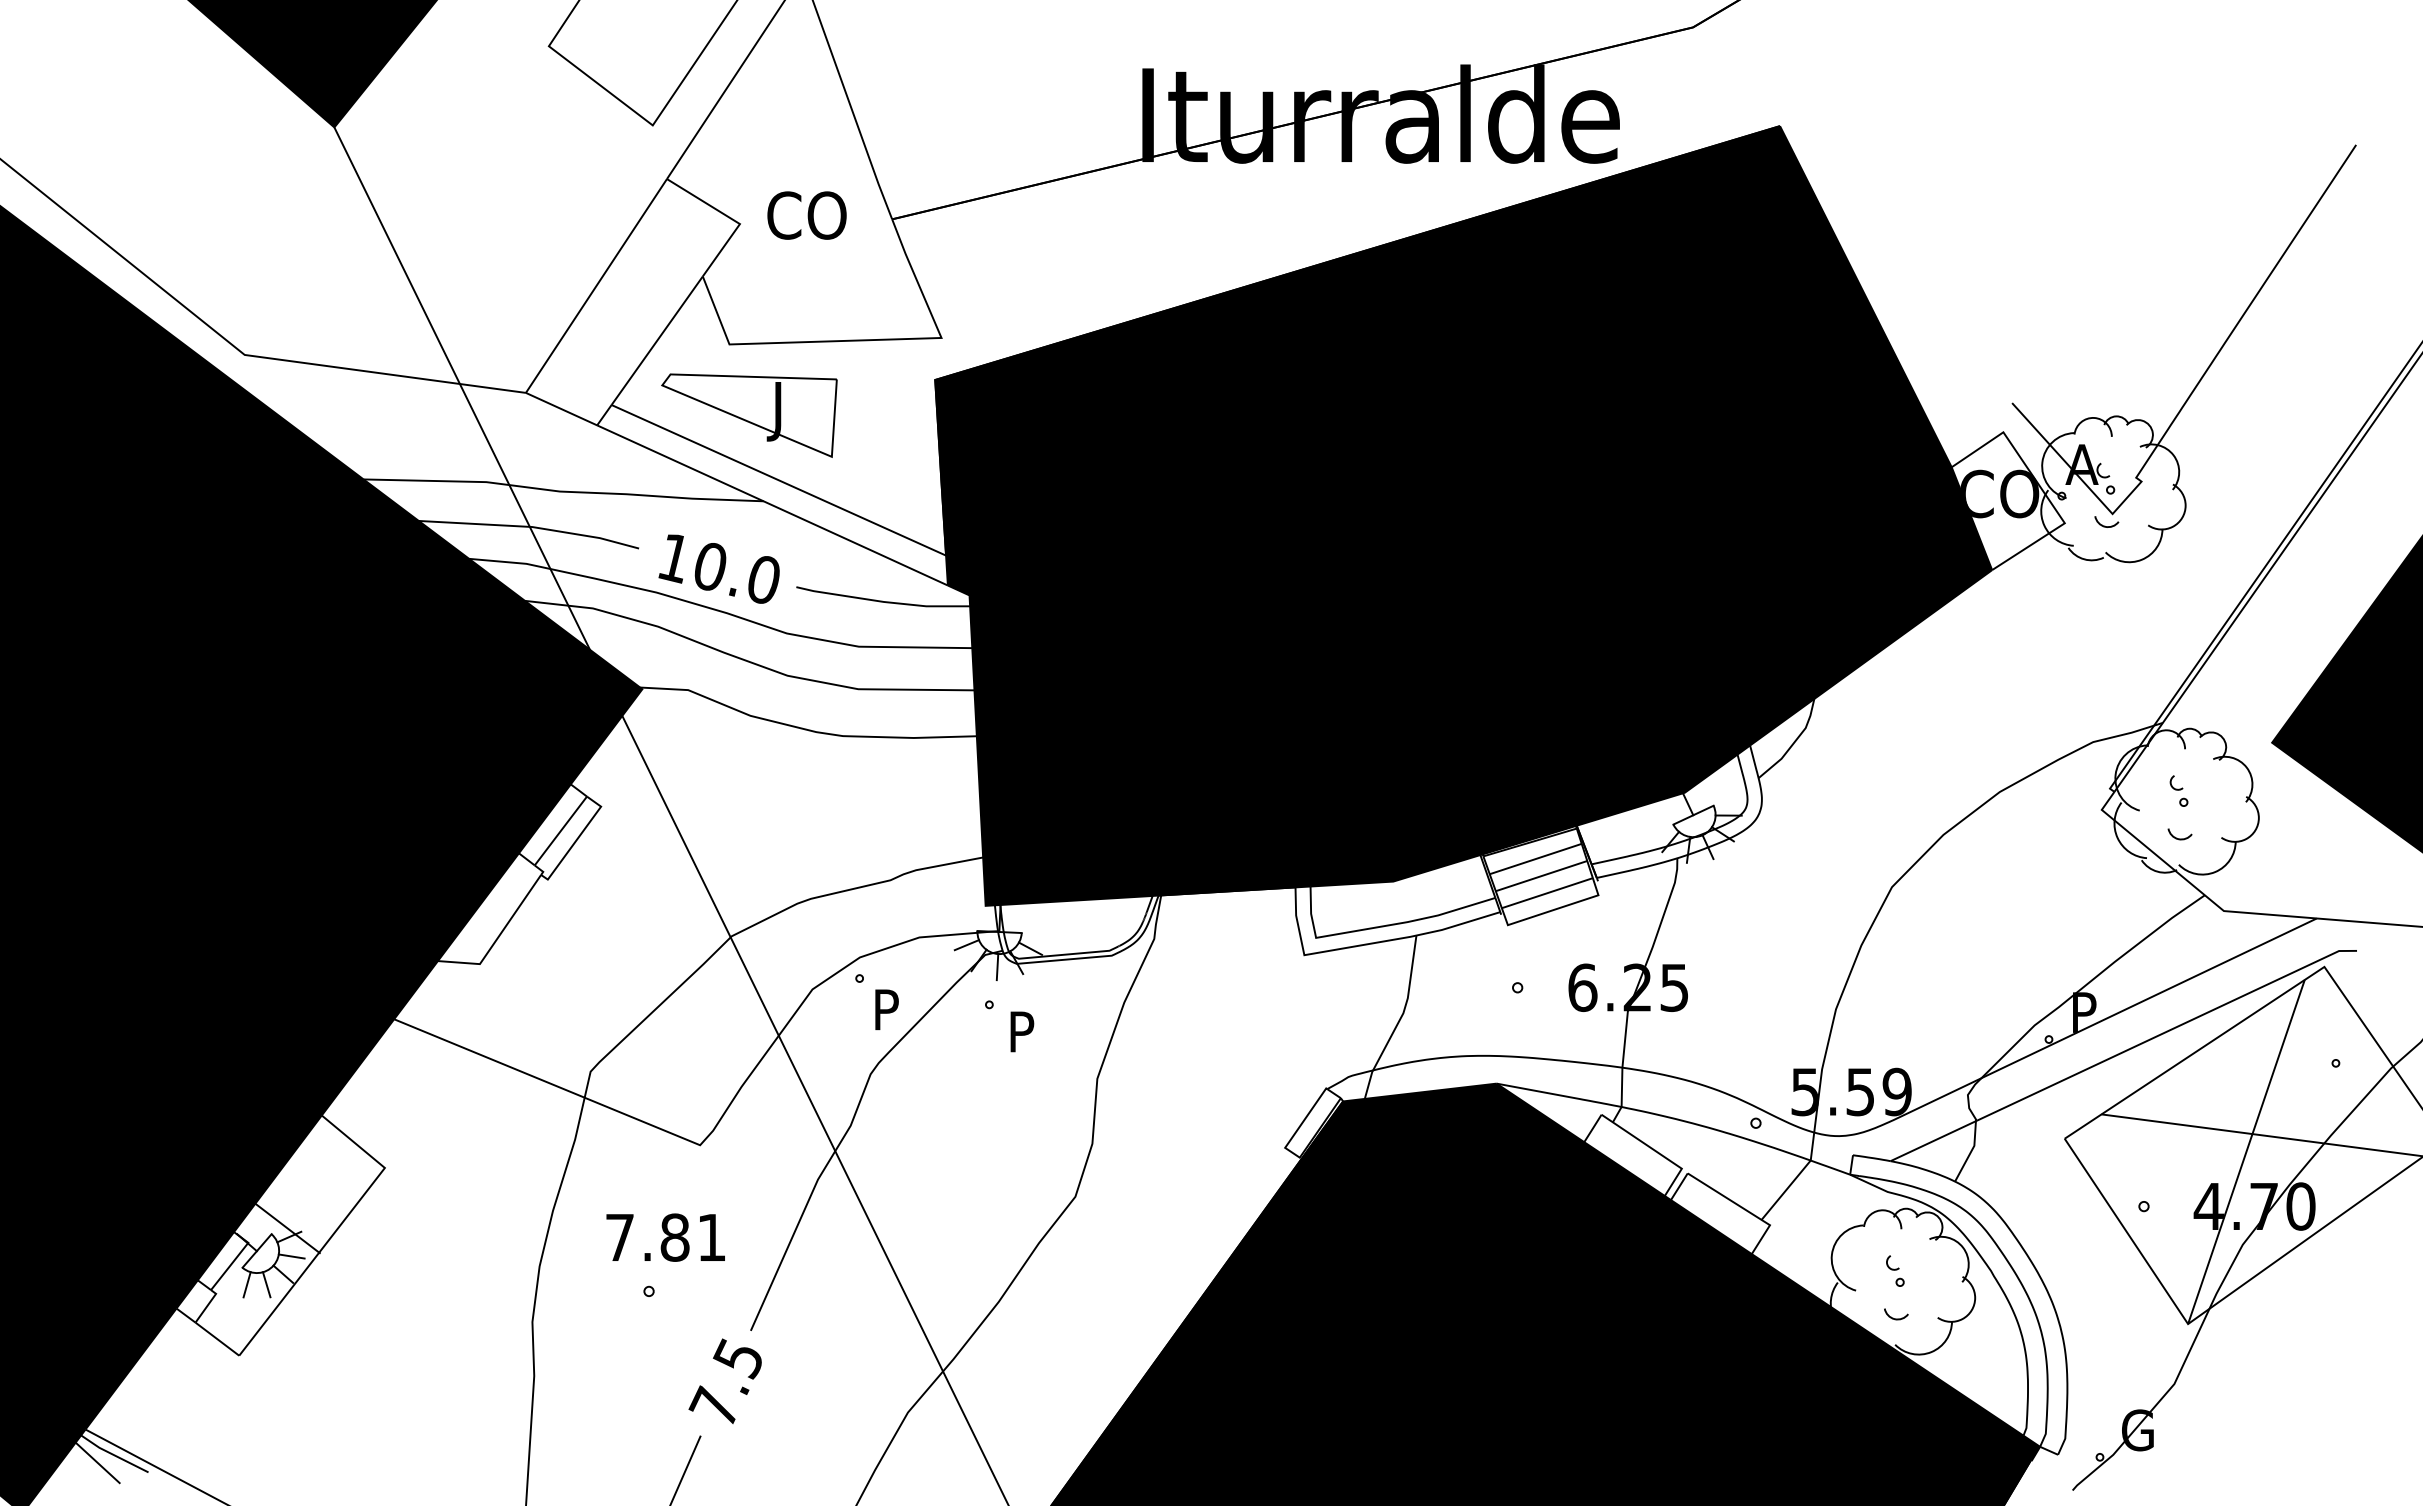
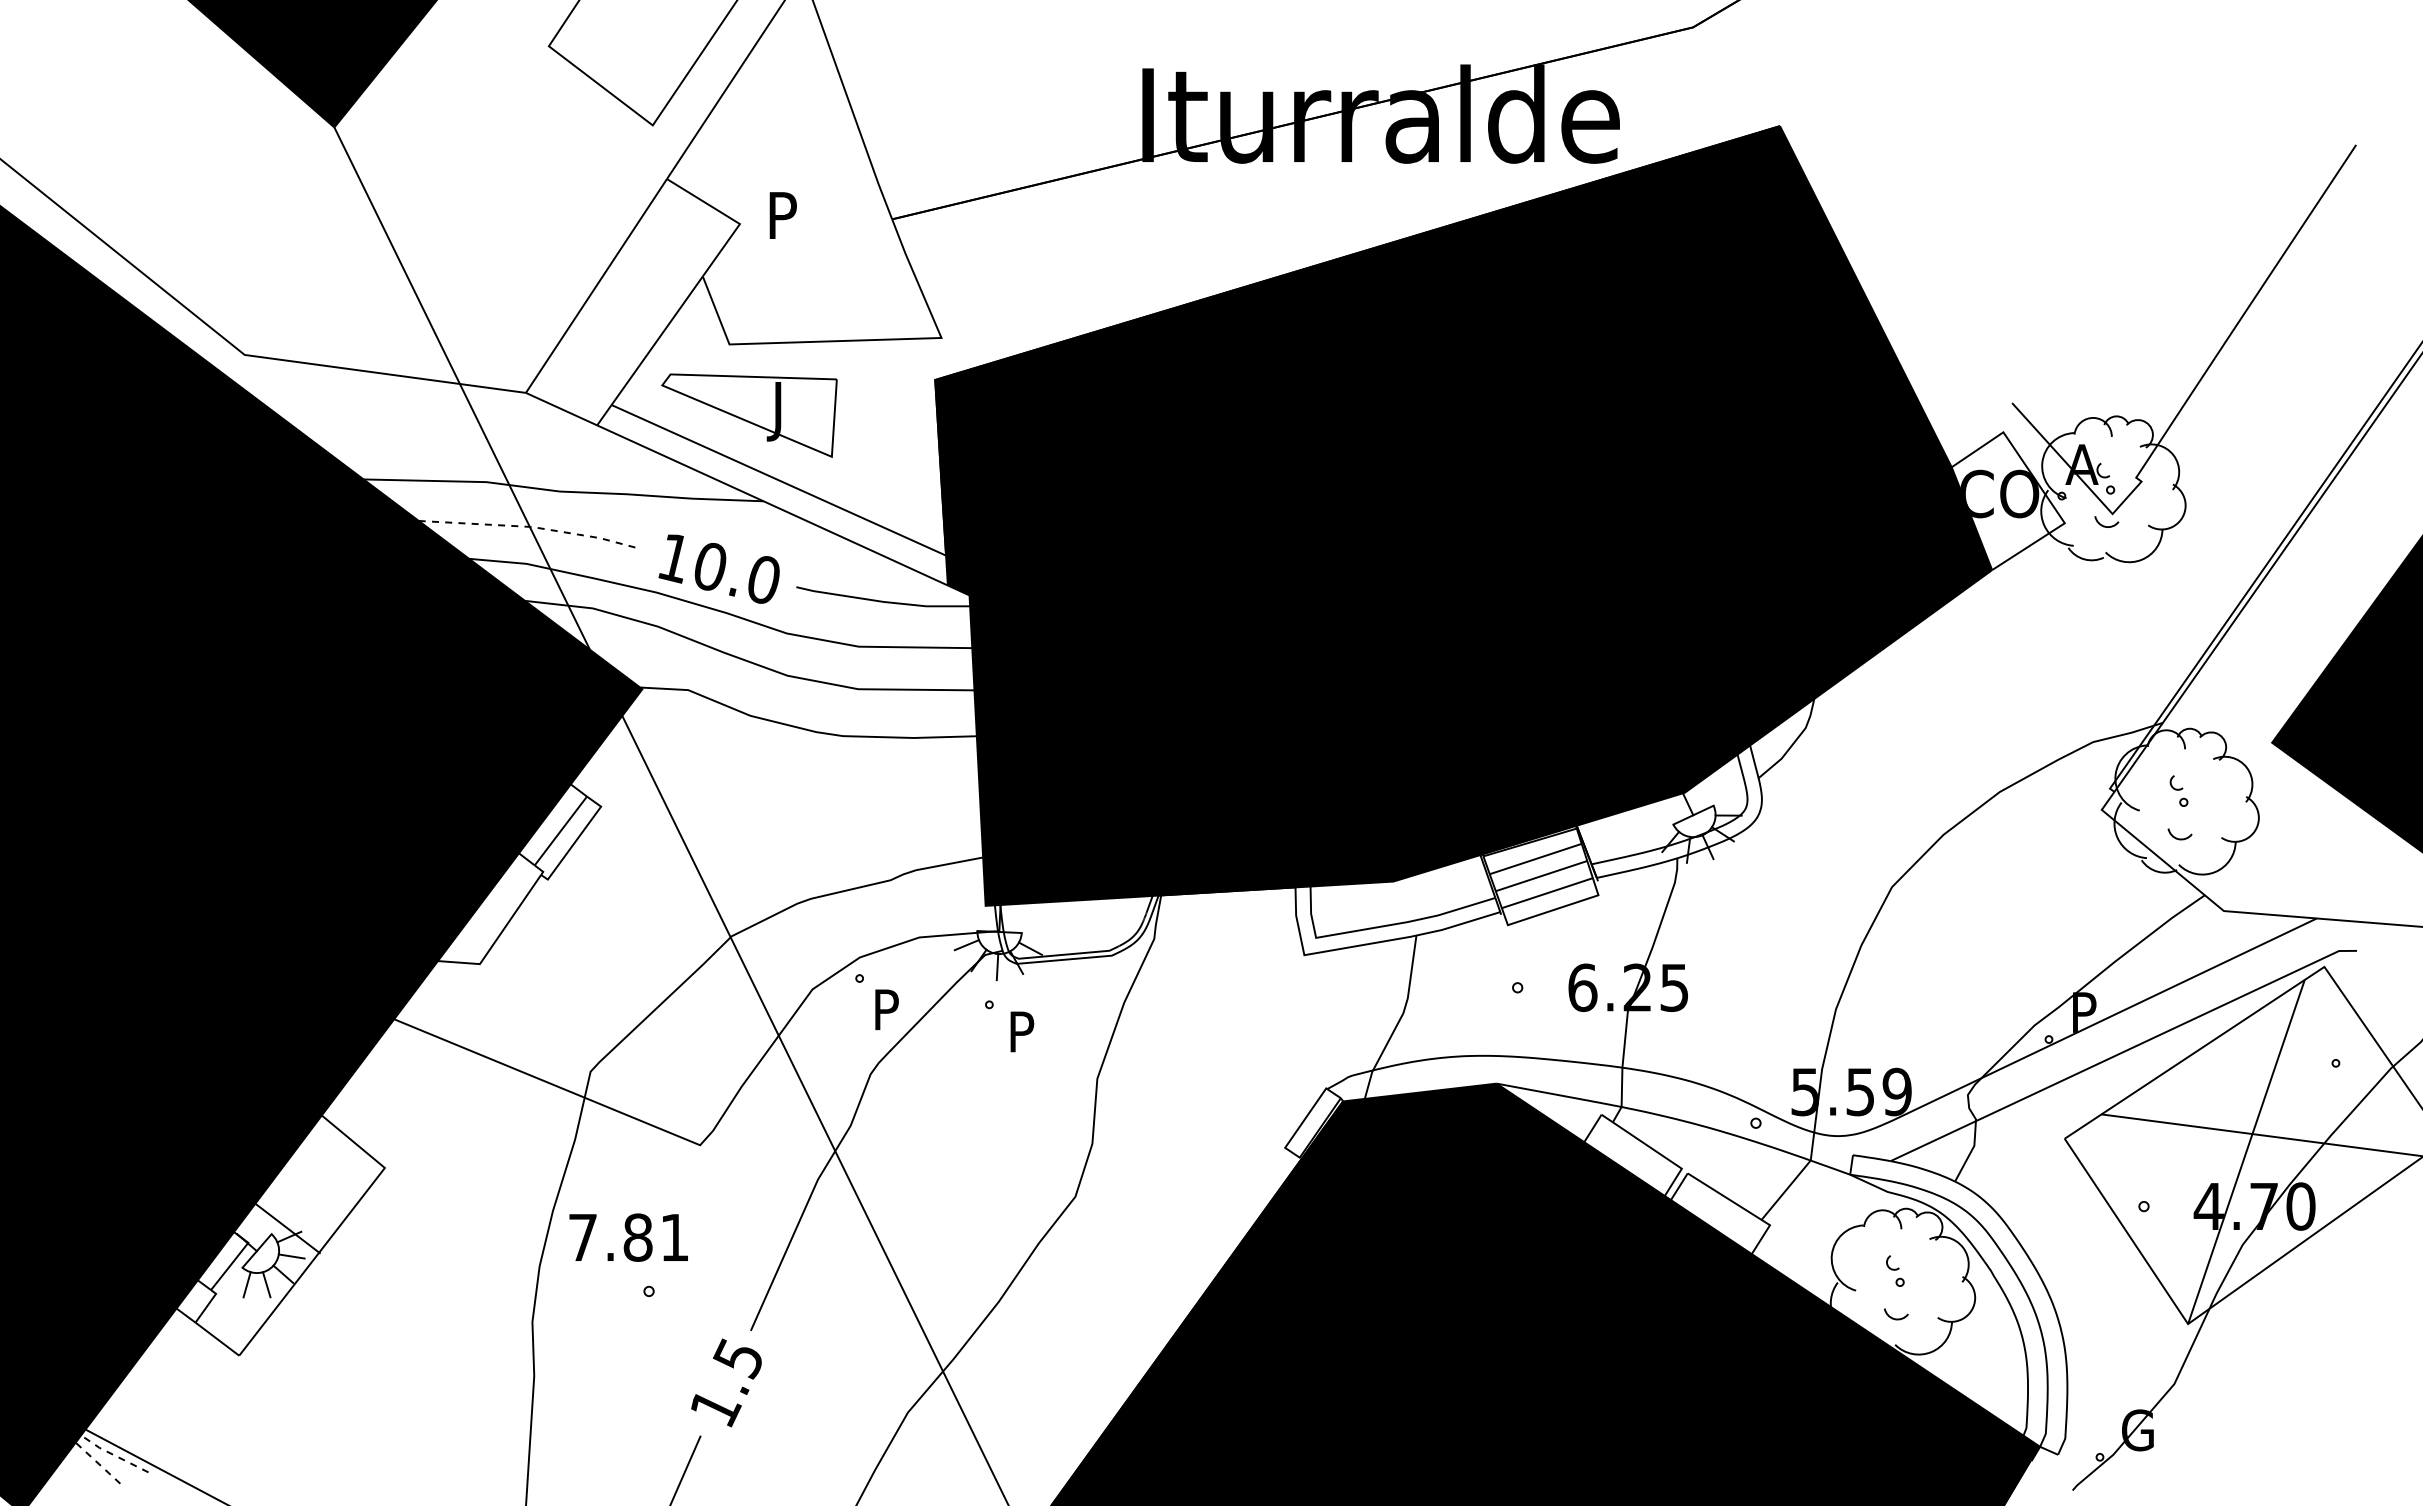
text at (806, 215): CO -> P
line at (531, 526): solid -> dashed
text at (665, 1237) position: (665, 1237) -> (628, 1237)
text at (714, 1406): 7.5 -> 1.5
line at (112, 1454): solid -> dashed
line at (97, 1462): solid -> dashed
